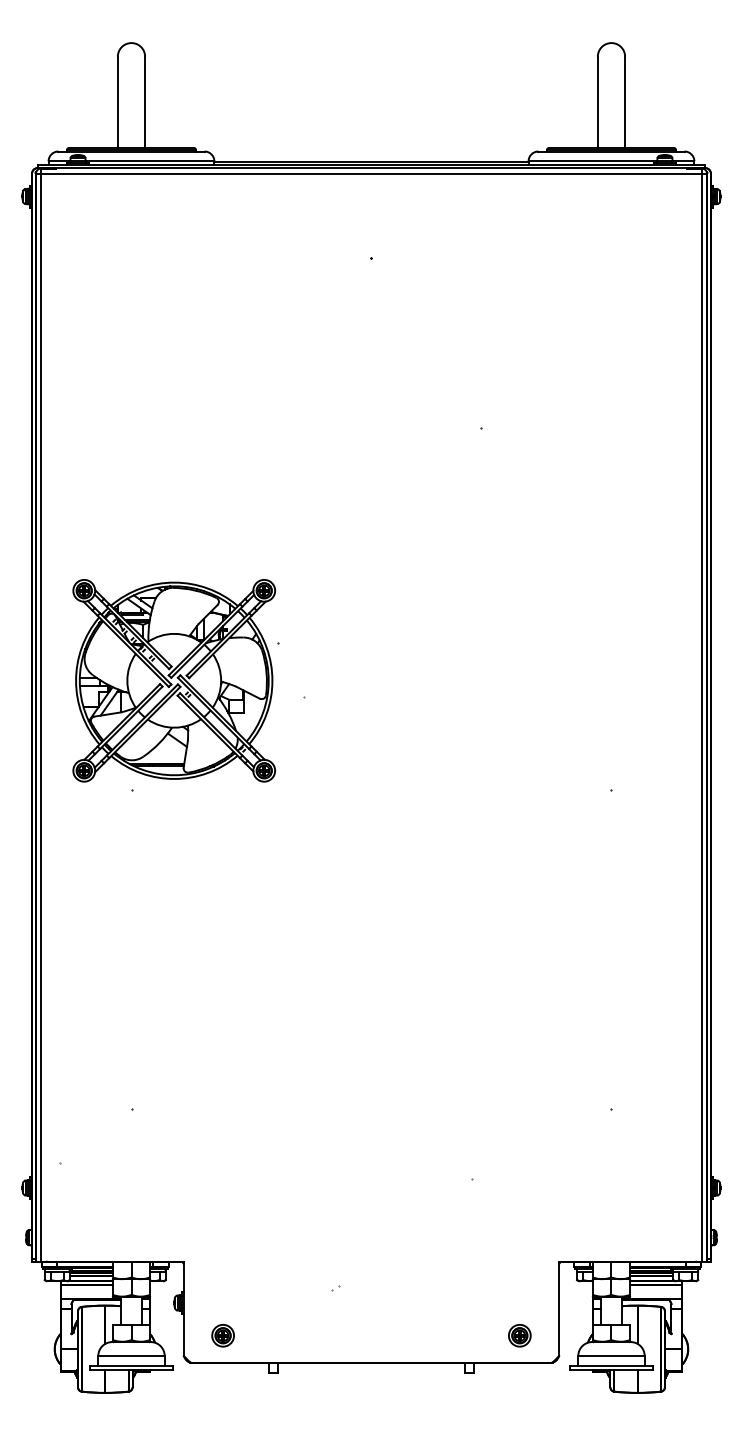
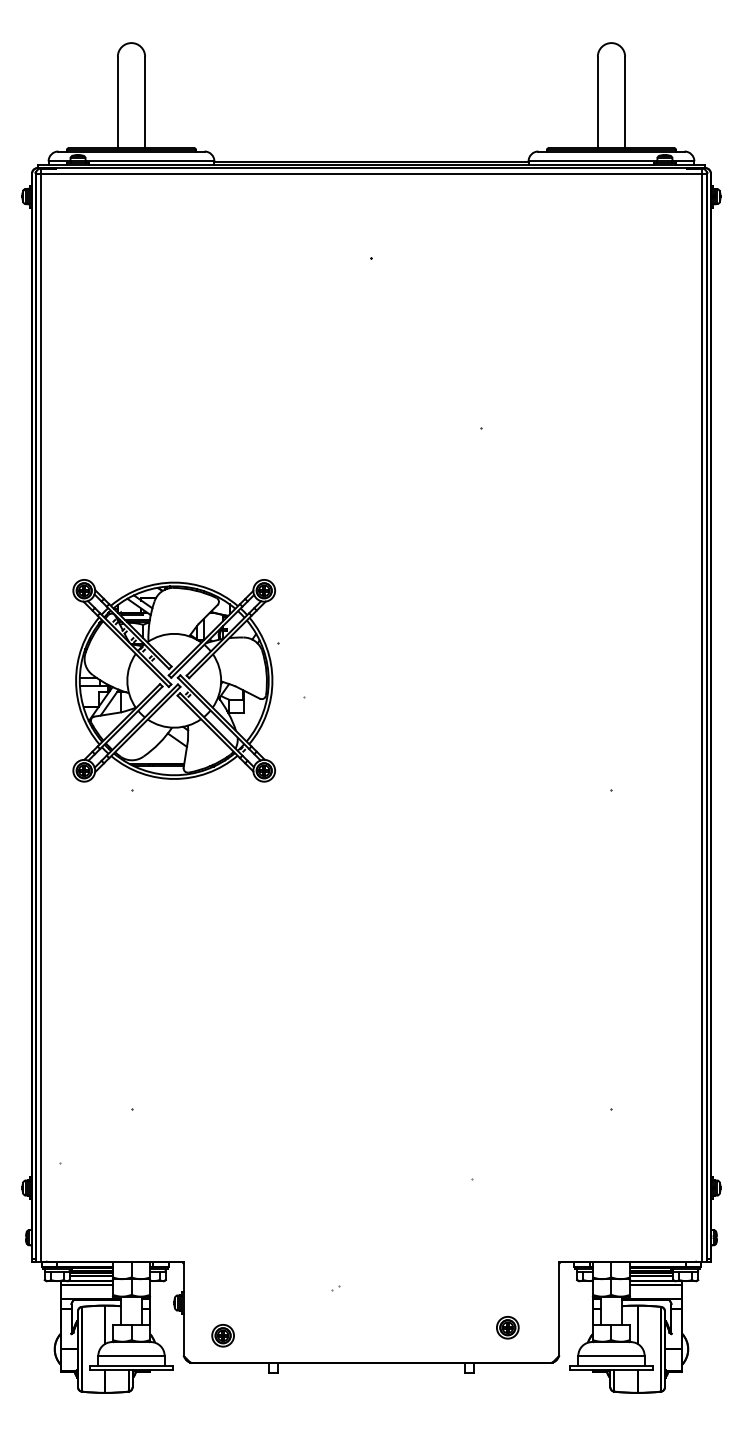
part at (519, 1335) position: (519, 1335) -> (507, 1327)
